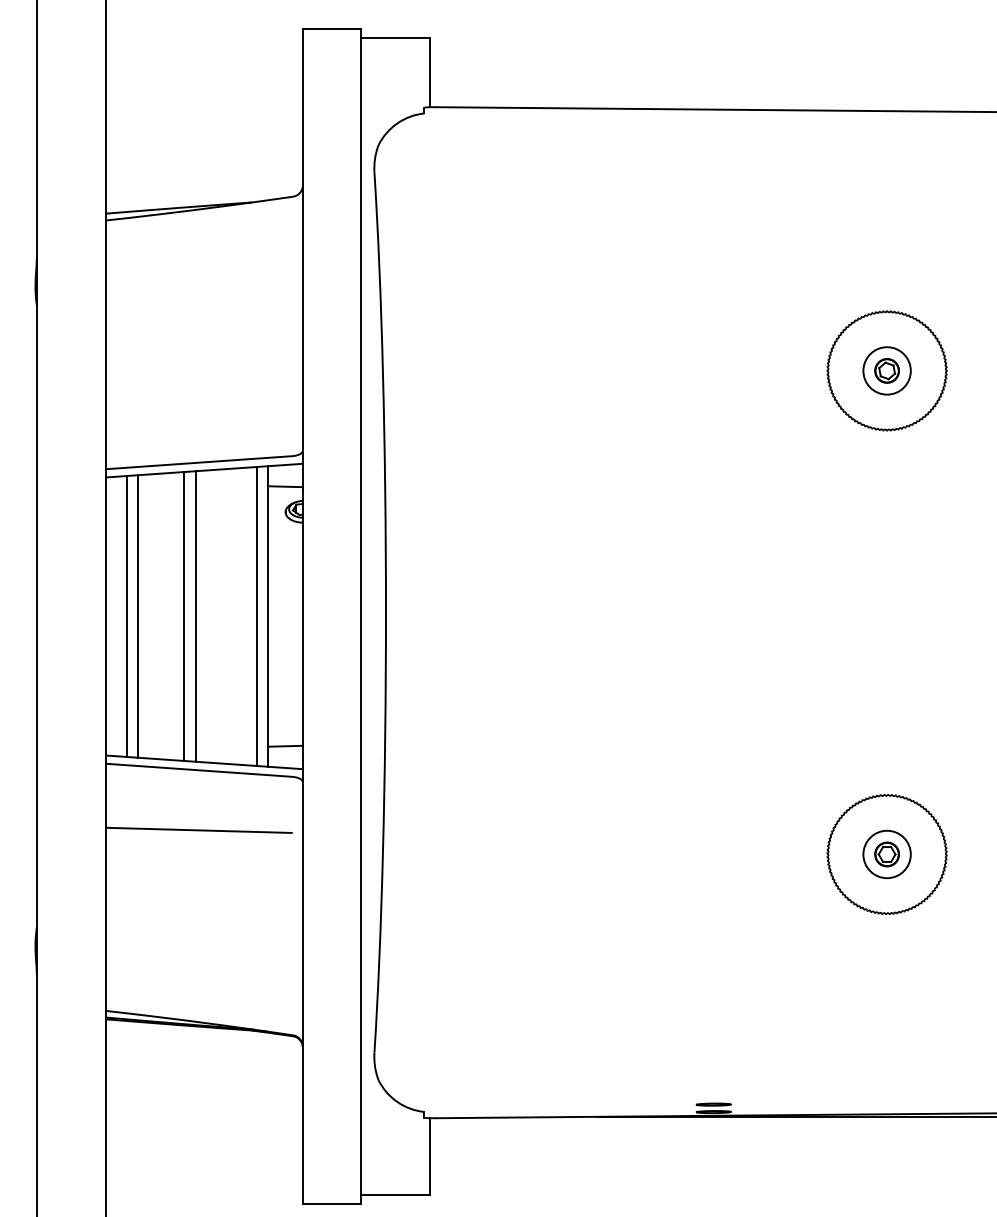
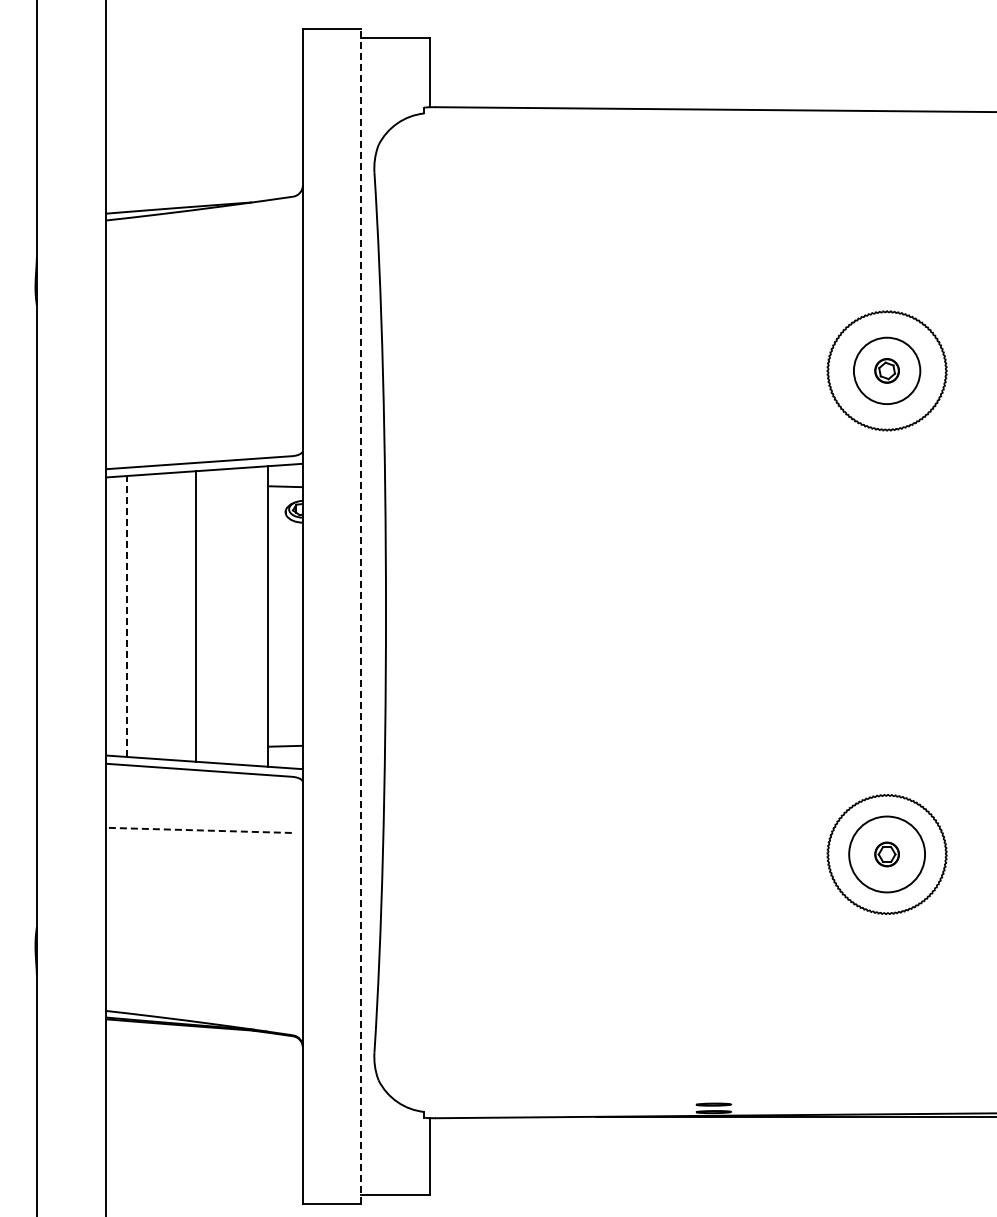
circle at (886, 370) diameter: 47 px -> 66 px
line at (360, 615): solid -> dashed
line at (126, 616): solid -> dashed
line at (138, 616): present -> none
line at (184, 616): present -> none
line at (256, 616): present -> none
line at (199, 830): solid -> dashed
circle at (886, 854) diameter: 47 px -> 76 px
